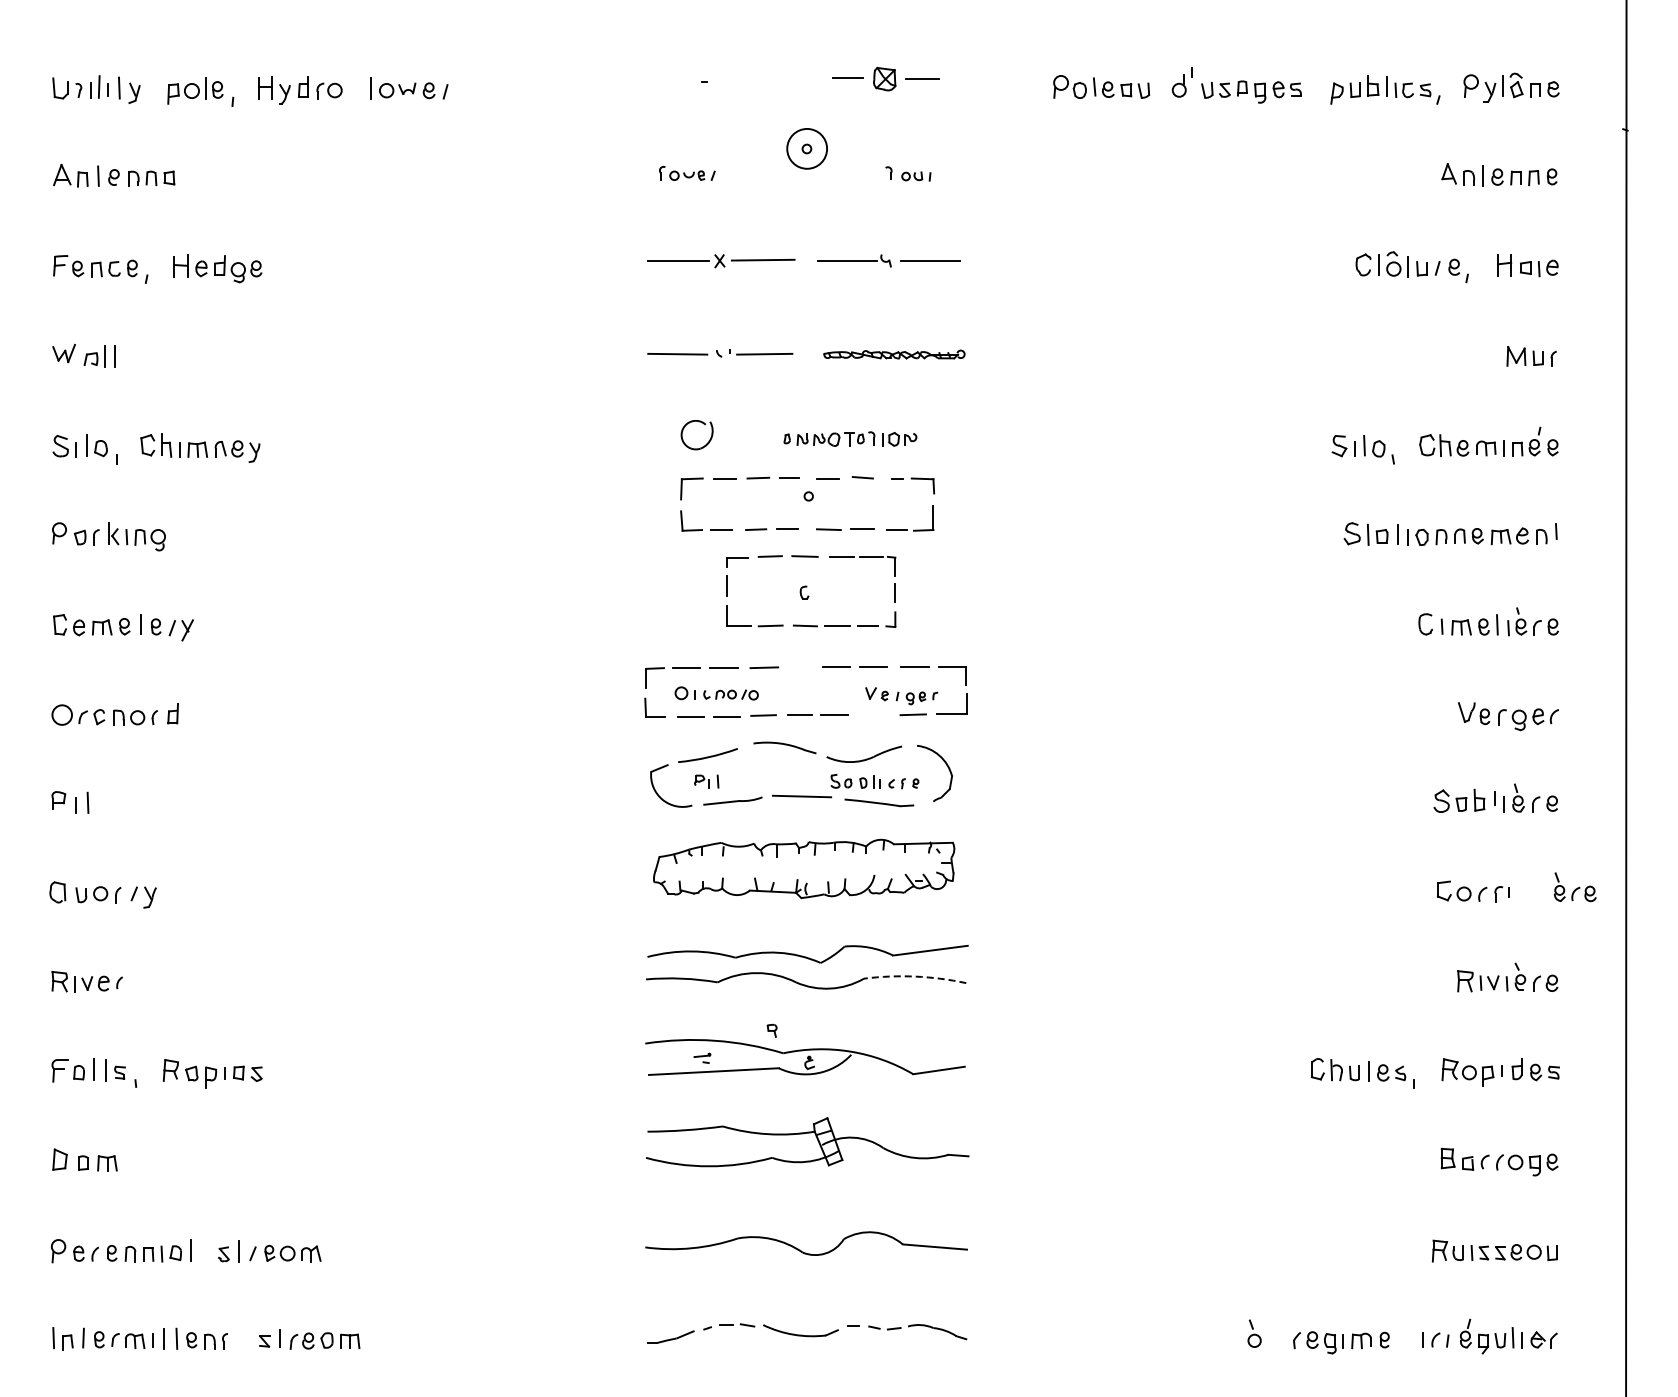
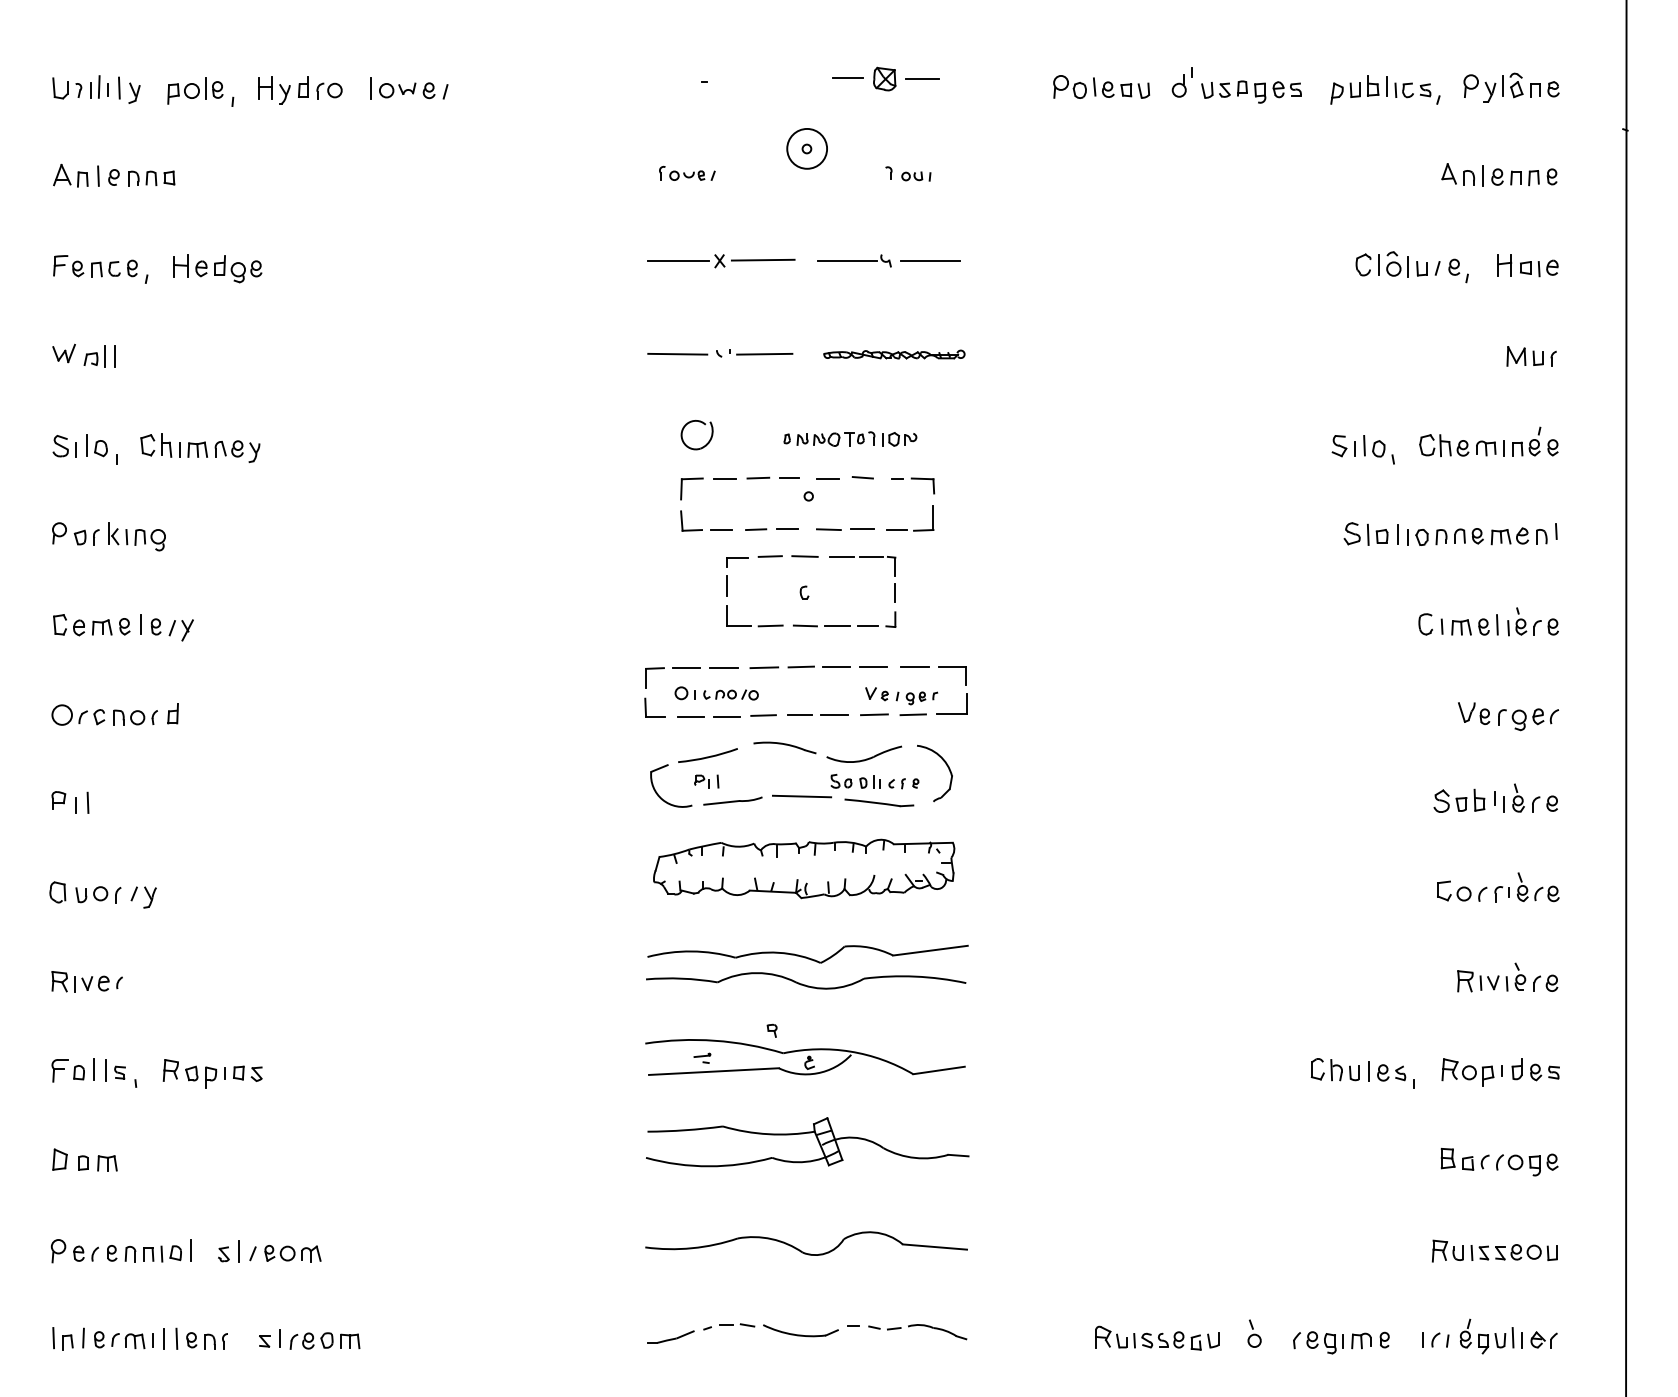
line at (800, 666): none -> present
line at (874, 714): none -> present
part at (1575, 887) position: (1575, 887) -> (1538, 887)
arc at (915, 976): dashed -> solid
part at (1157, 1337): none -> present
